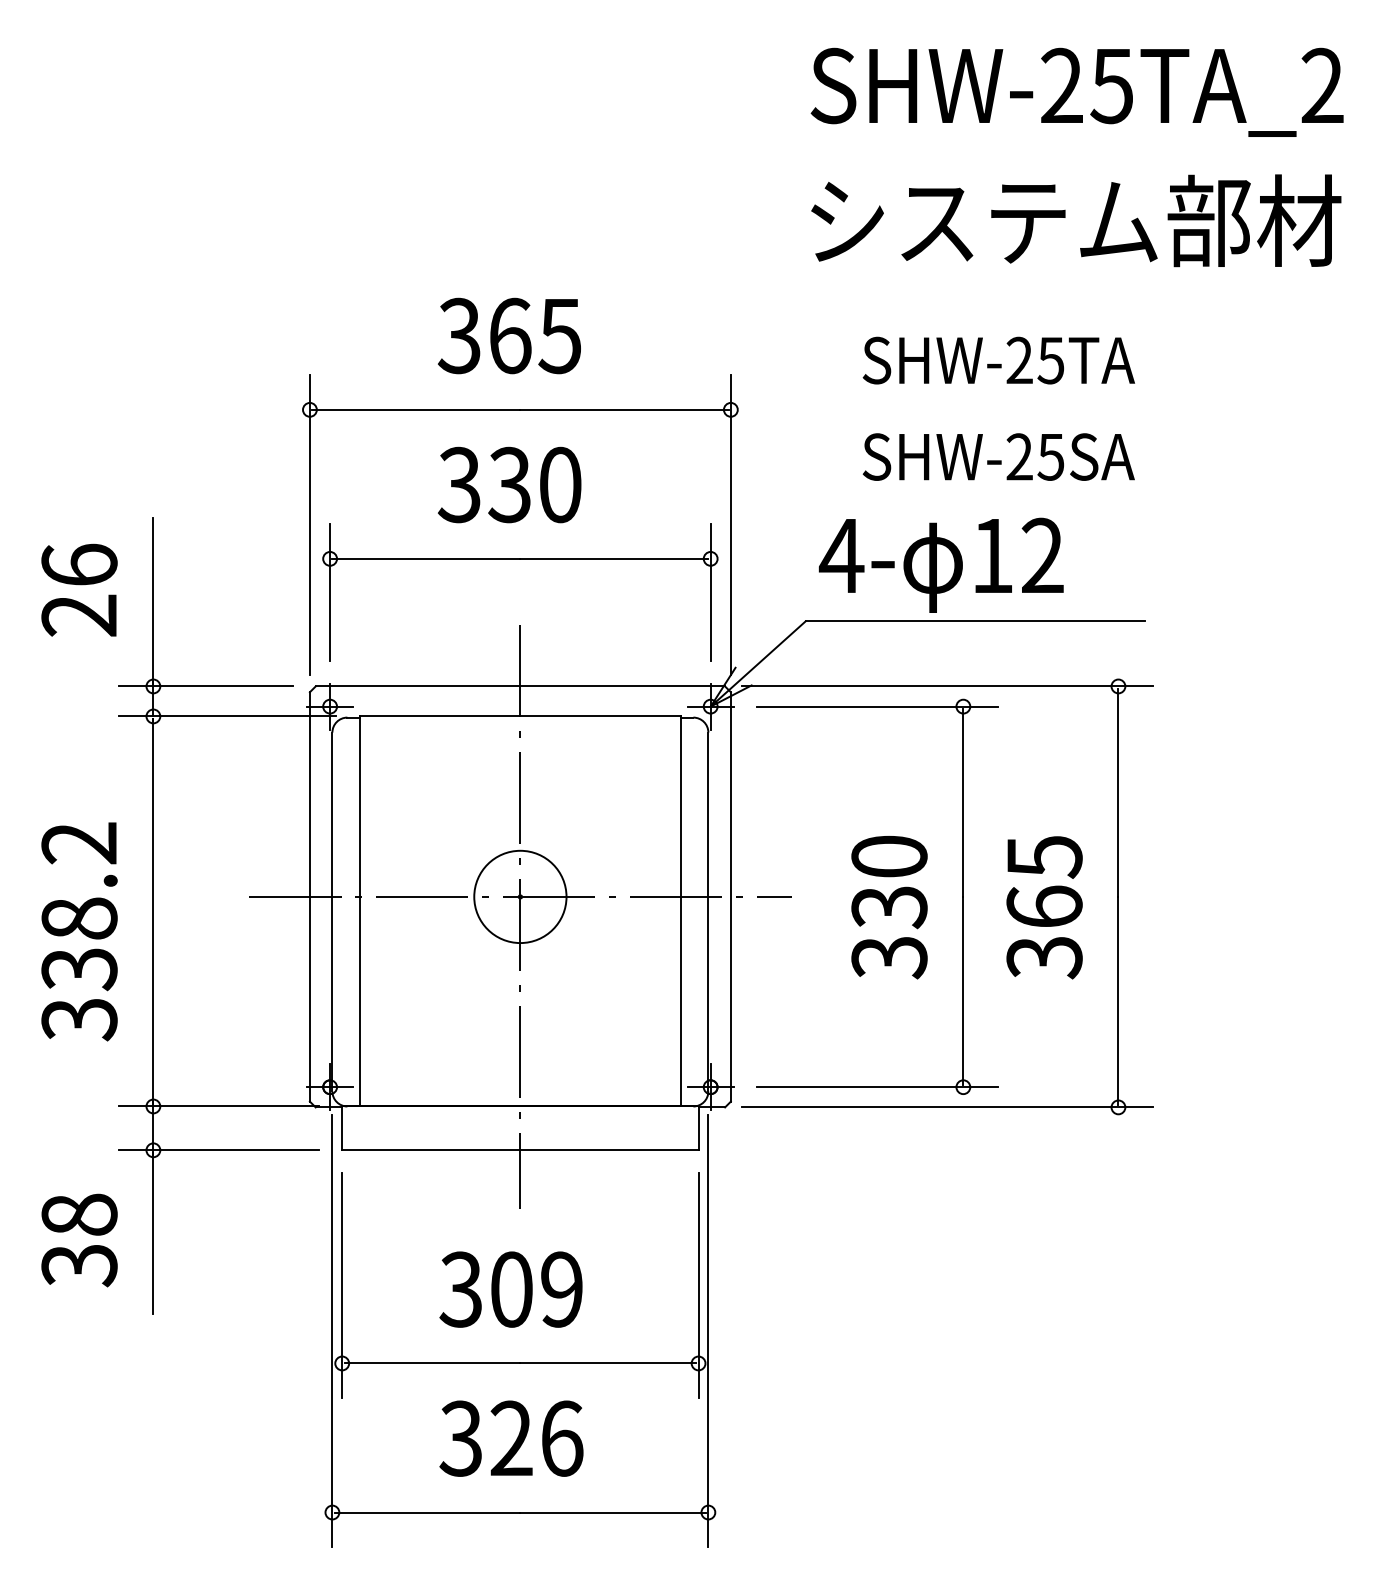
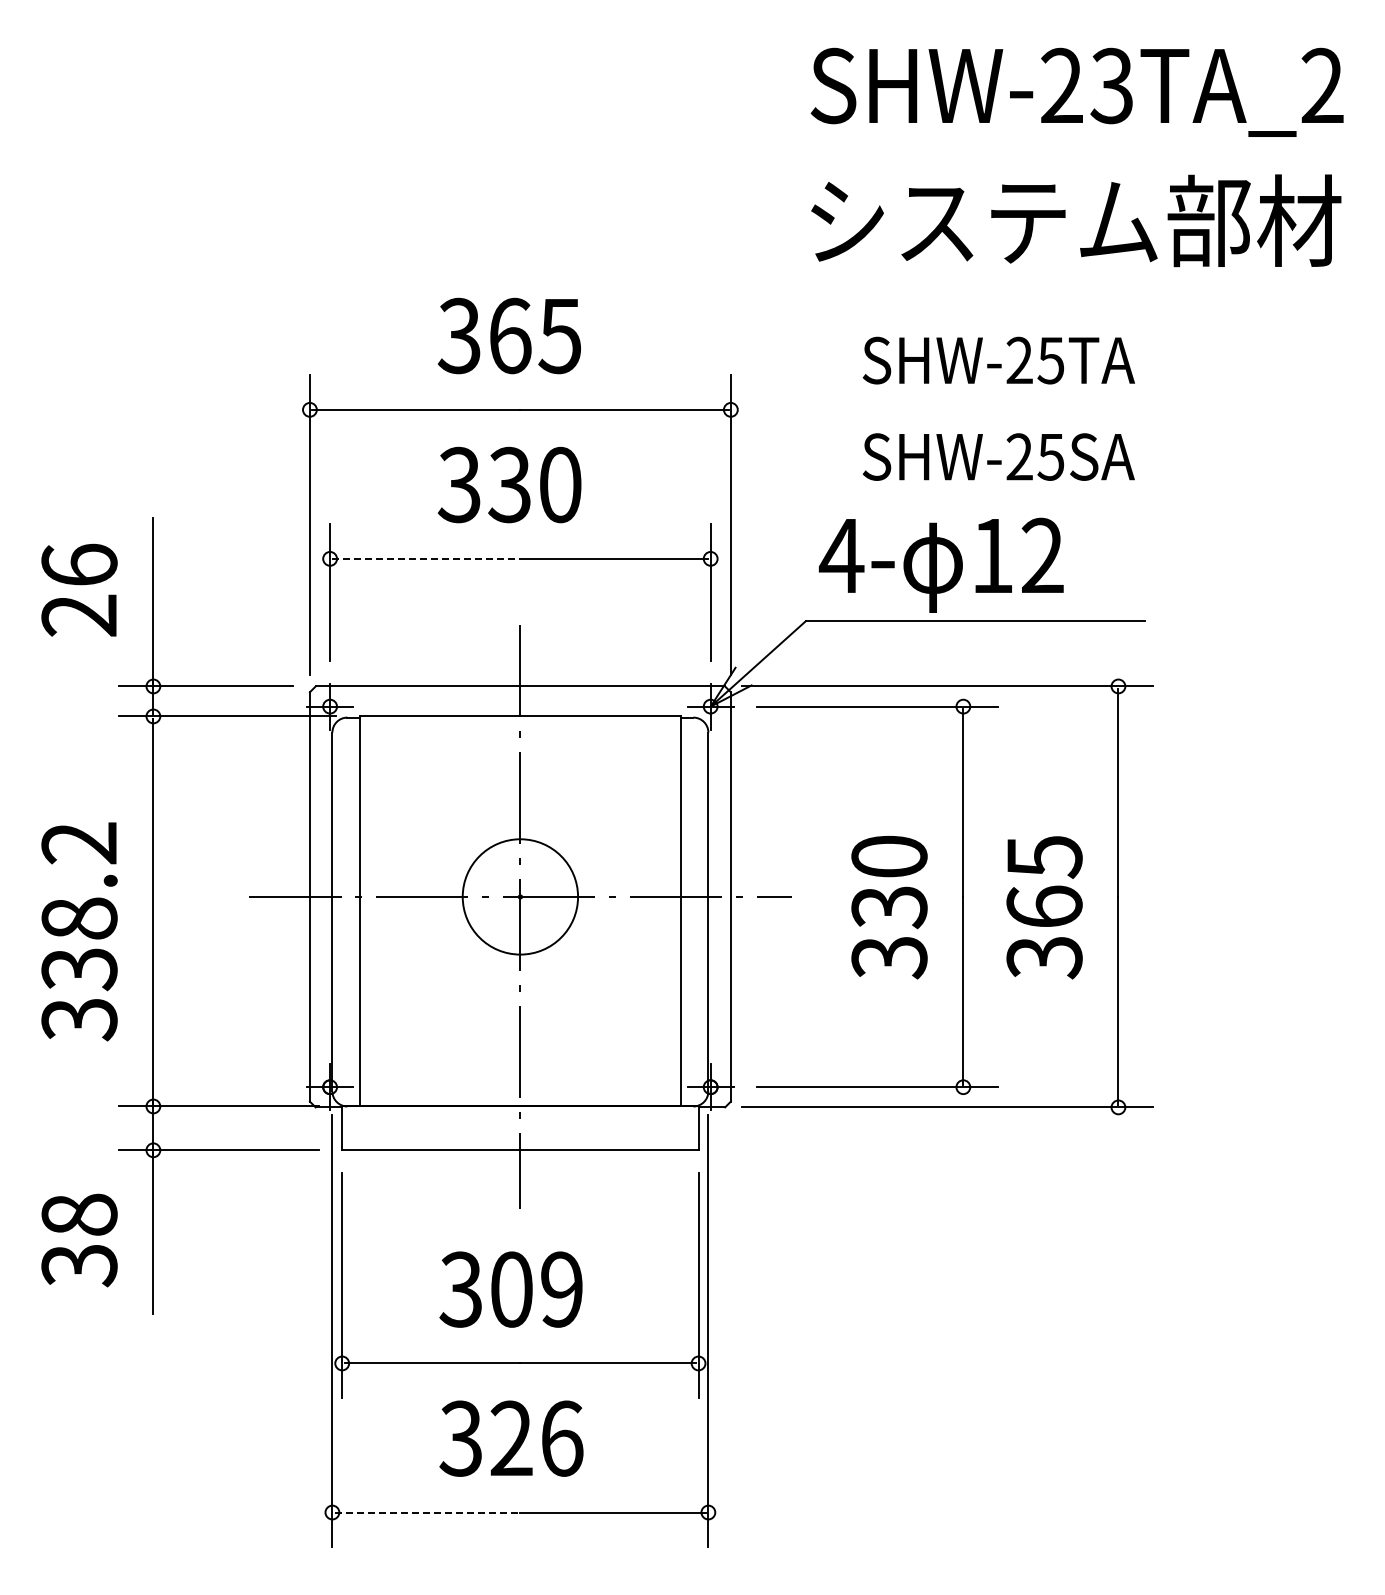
text at (1111, 85): SHW-25TA_2 -> SHW-23TA_2
line at (426, 558): solid -> dashed
circle at (520, 896) diameter: 92 px -> 115 px
line at (427, 1512): solid -> dashed
